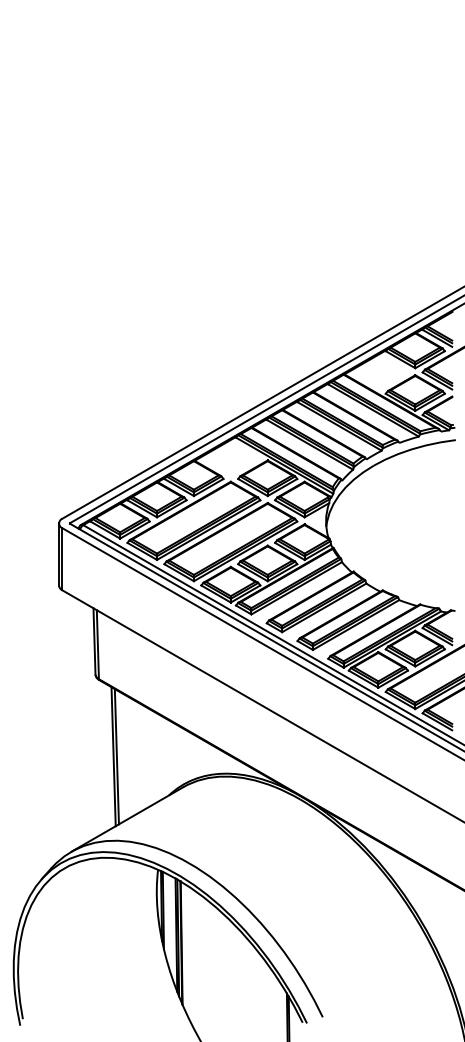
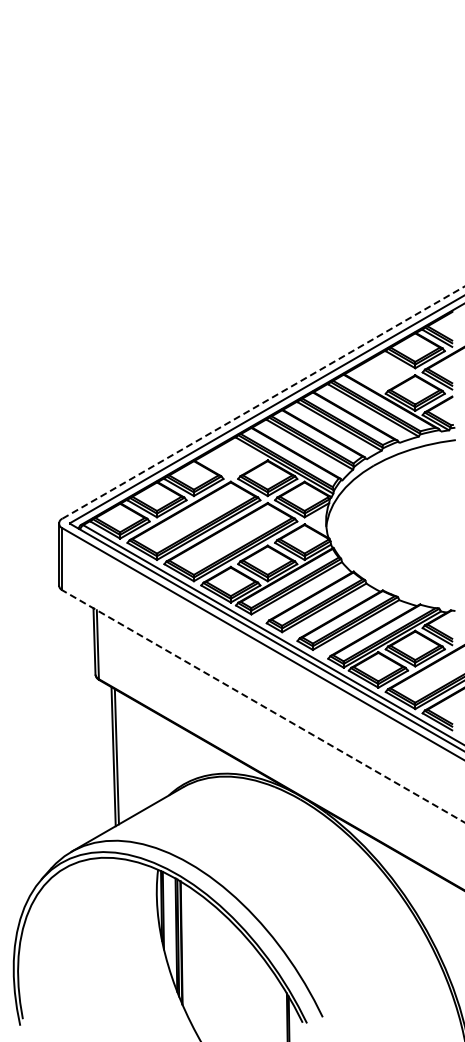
line at (263, 402): solid -> dashed
line at (263, 706): solid -> dashed
